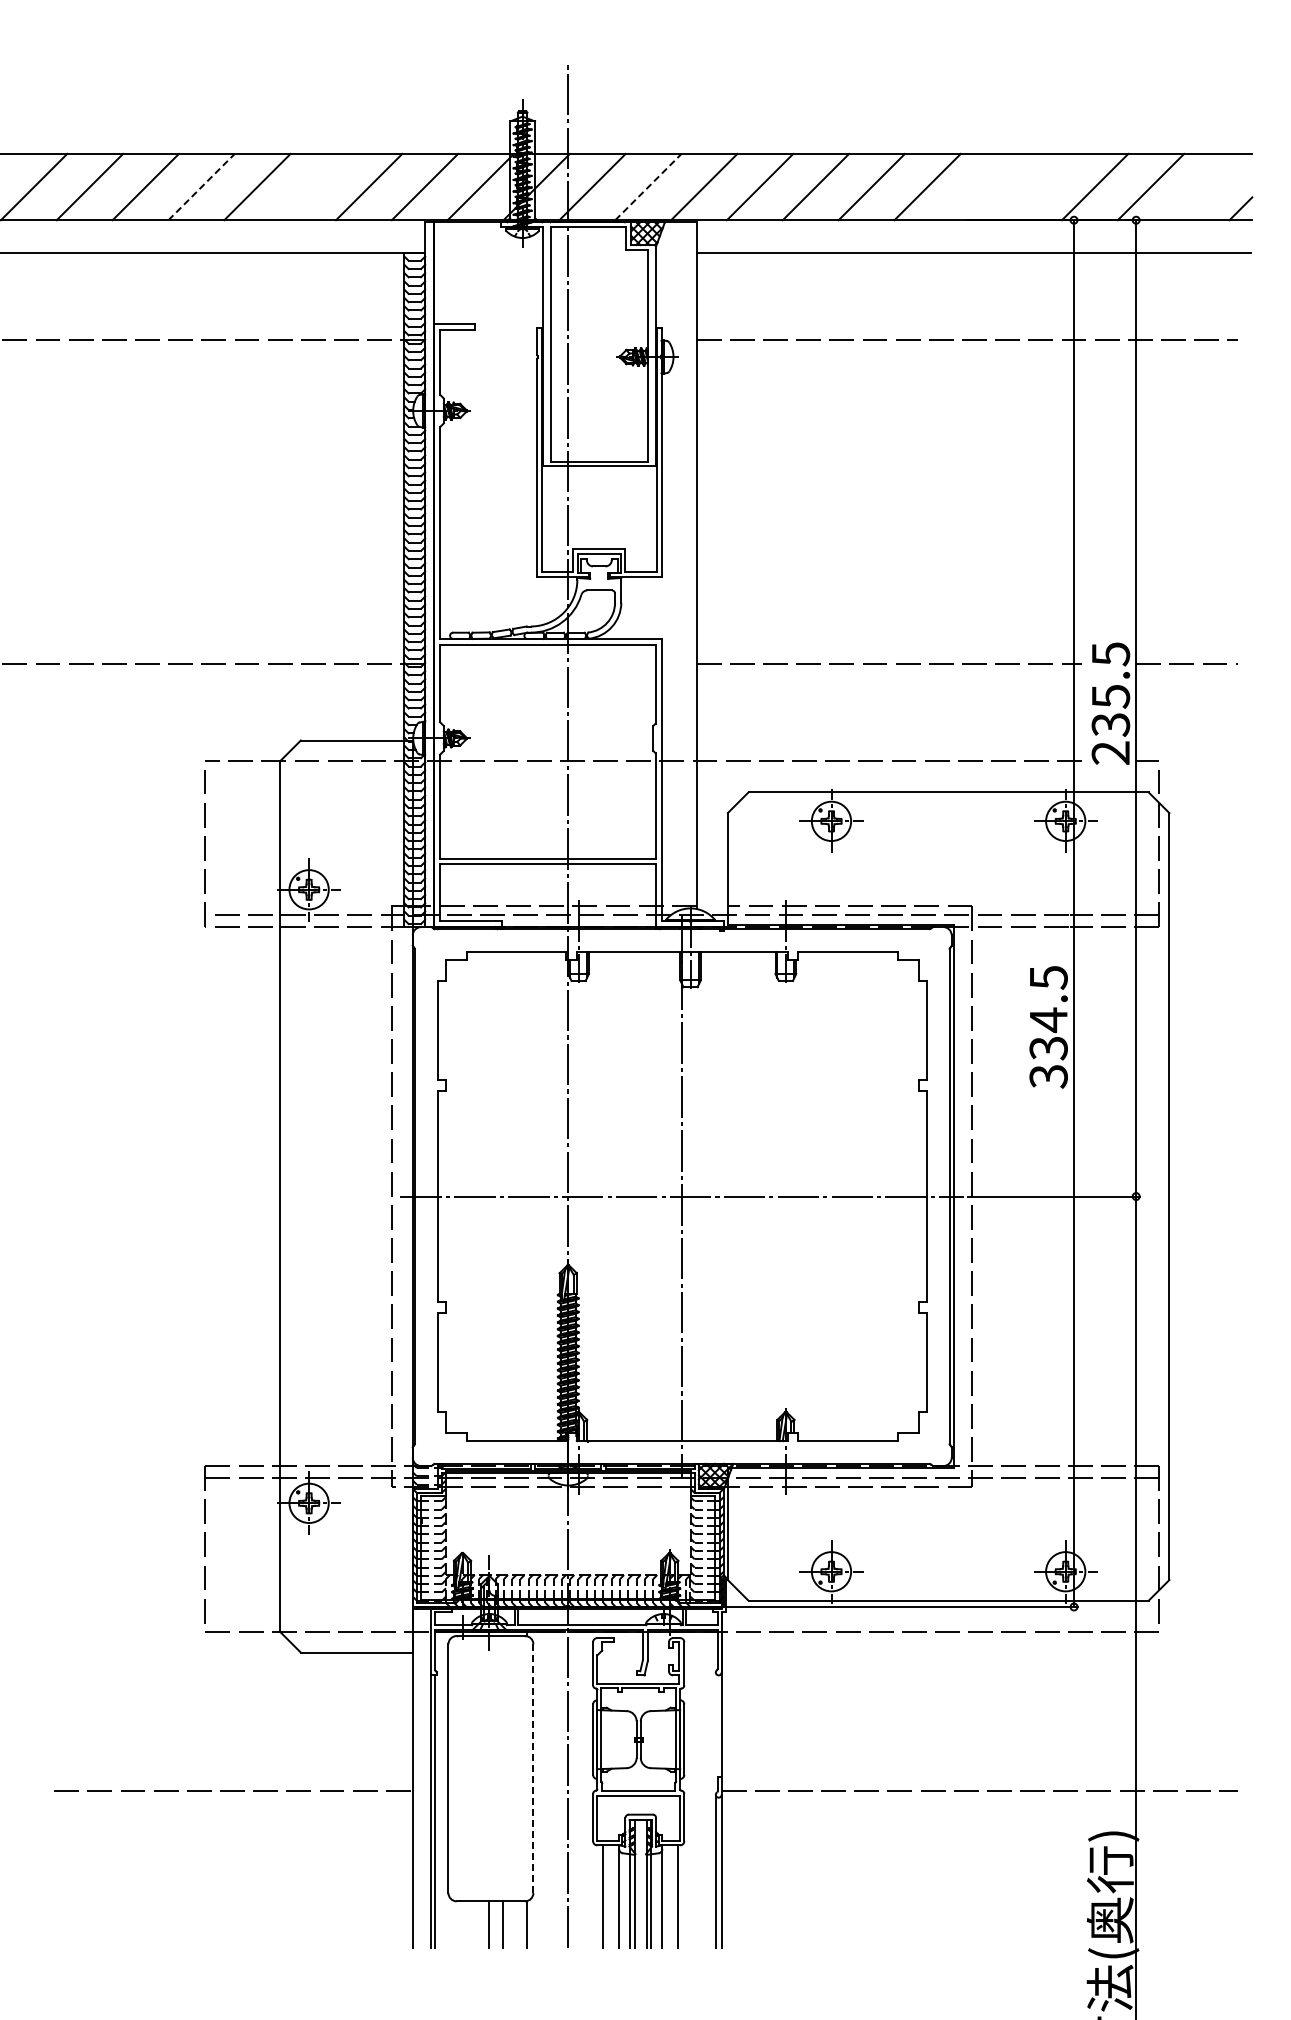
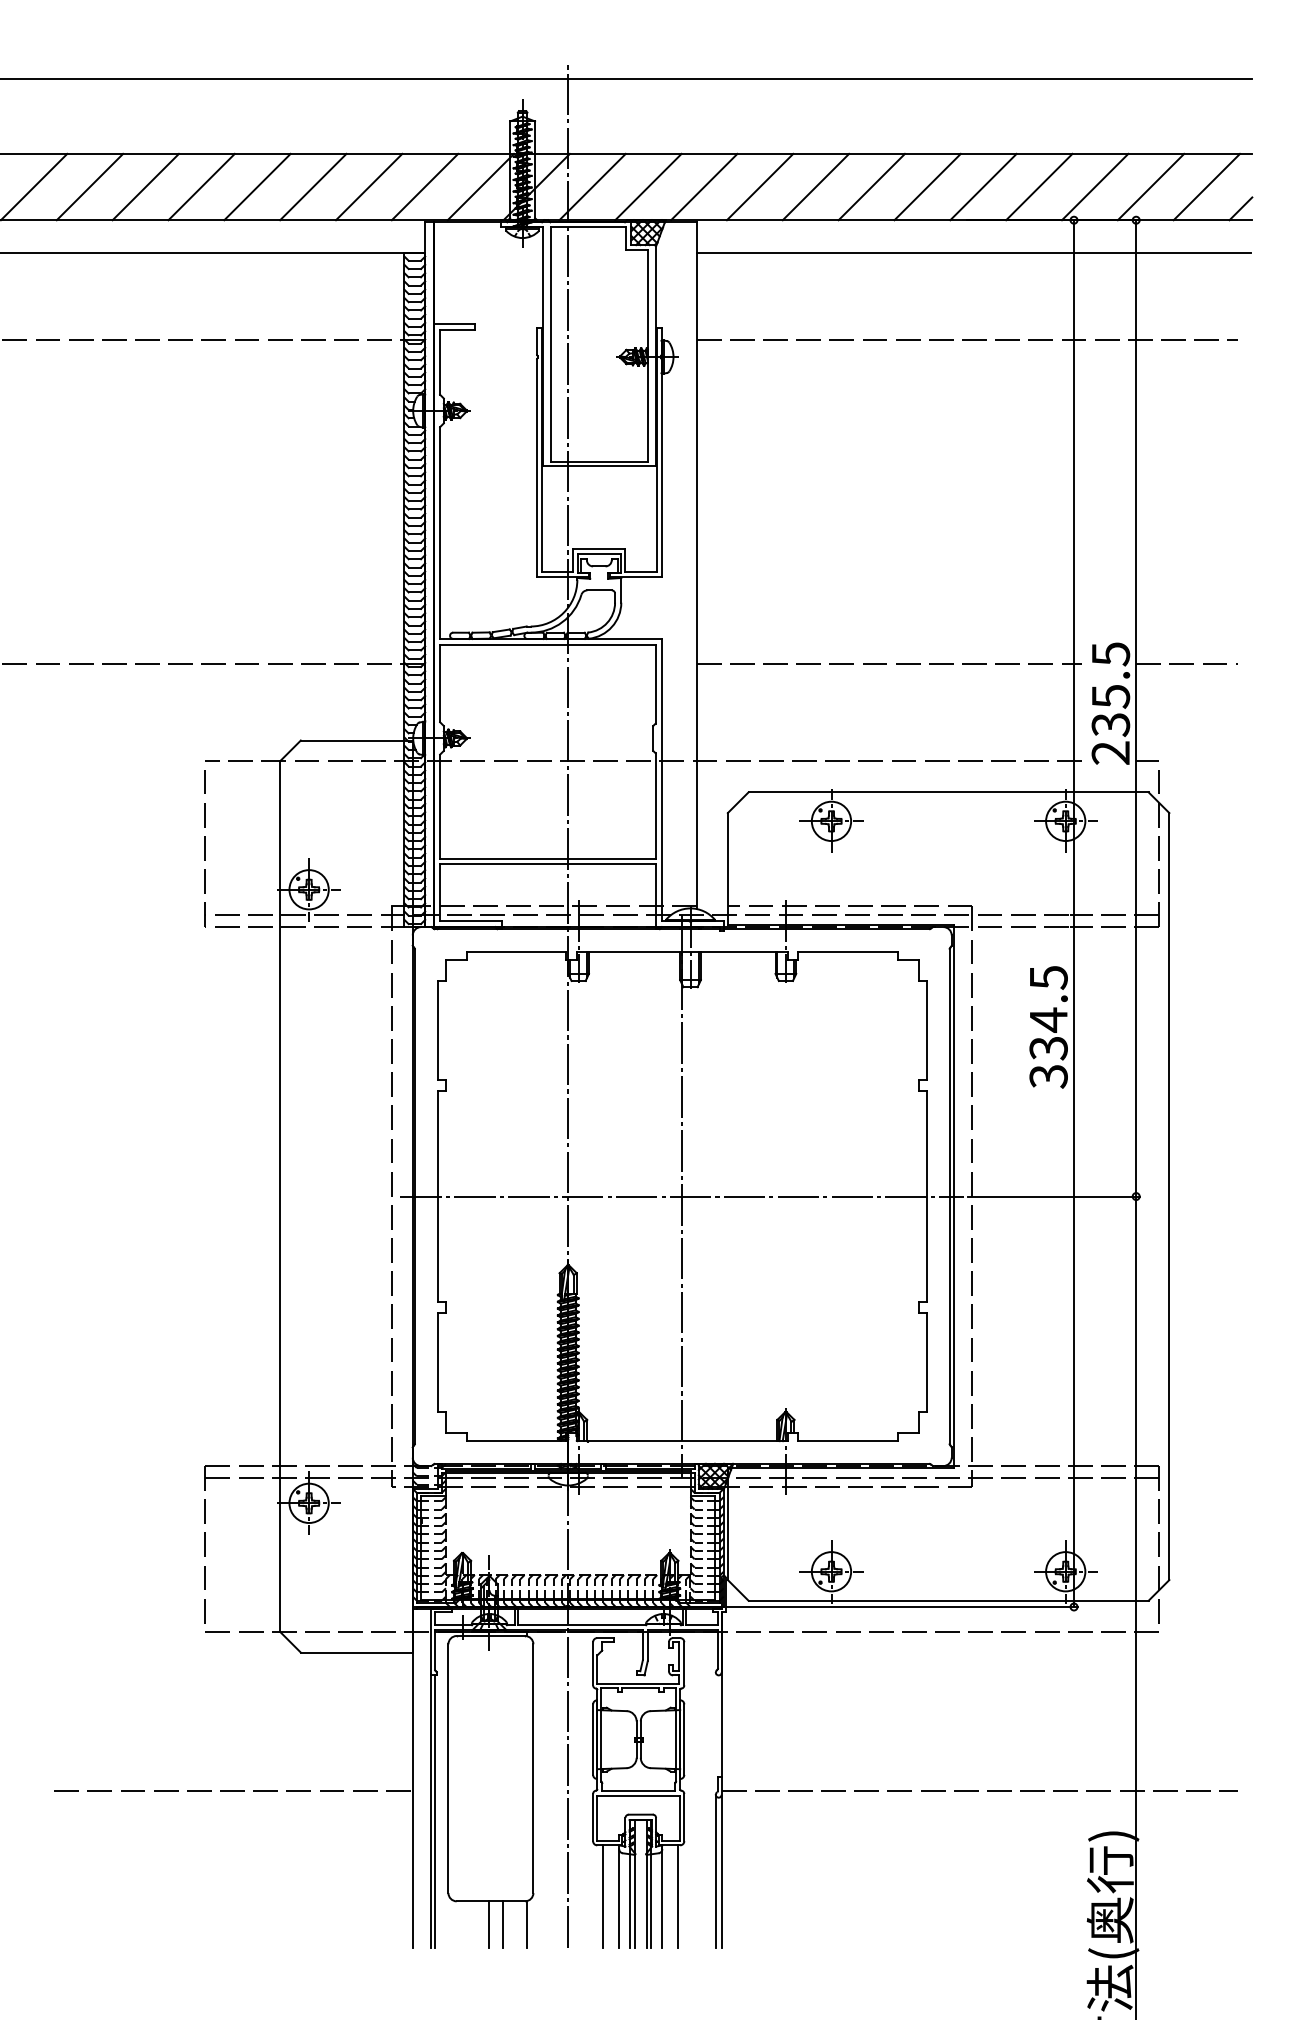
line at (627, 79): none -> present
line at (313, 186): none -> present
line at (983, 186): none -> present
line at (1039, 186): none -> present
line at (1206, 186): none -> present
line at (201, 187): dashed -> solid
line at (648, 187): dashed -> solid
line at (533, 1769): dashed -> solid
